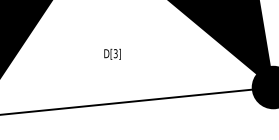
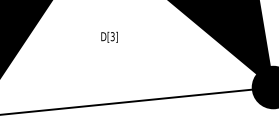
text at (112, 53) position: (112, 53) -> (109, 36)
